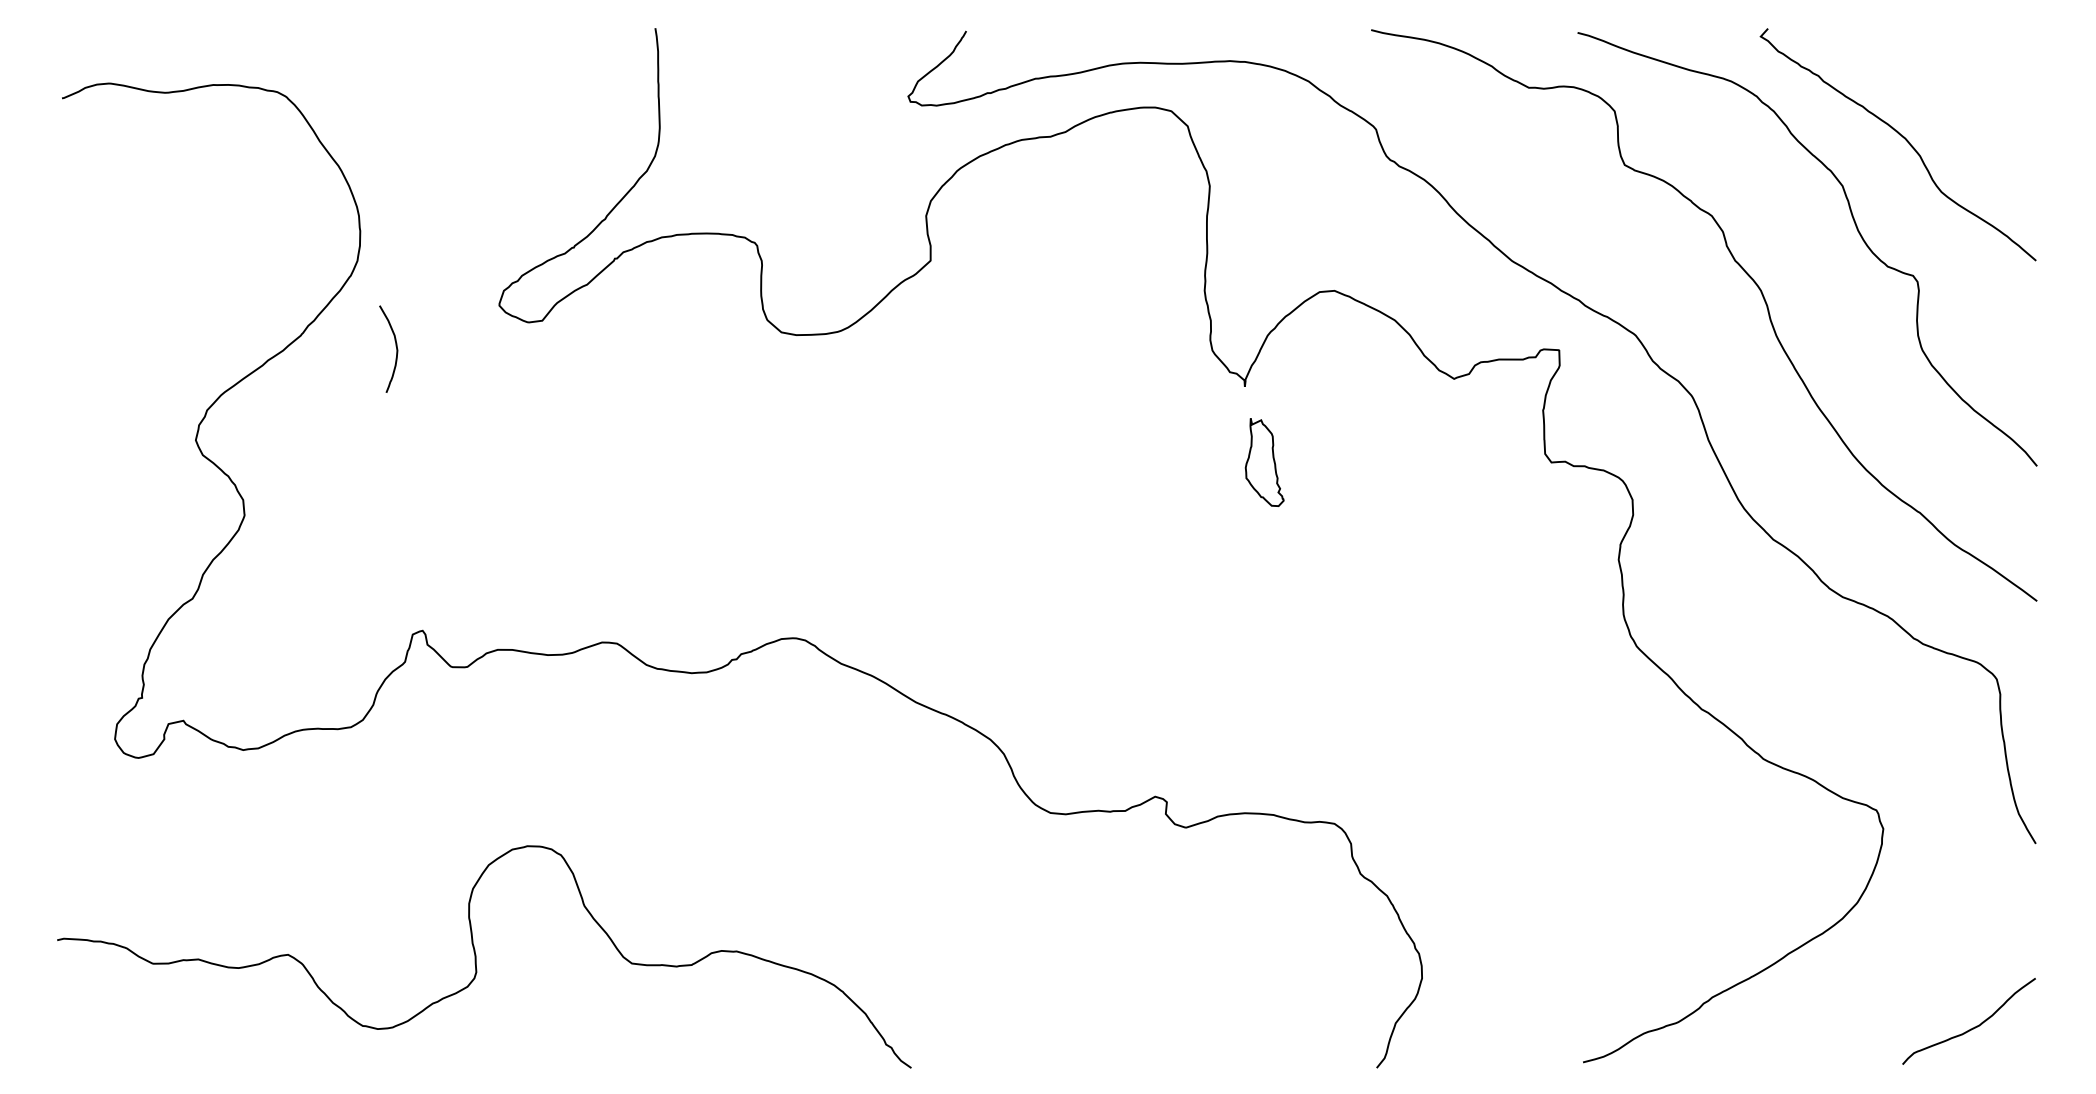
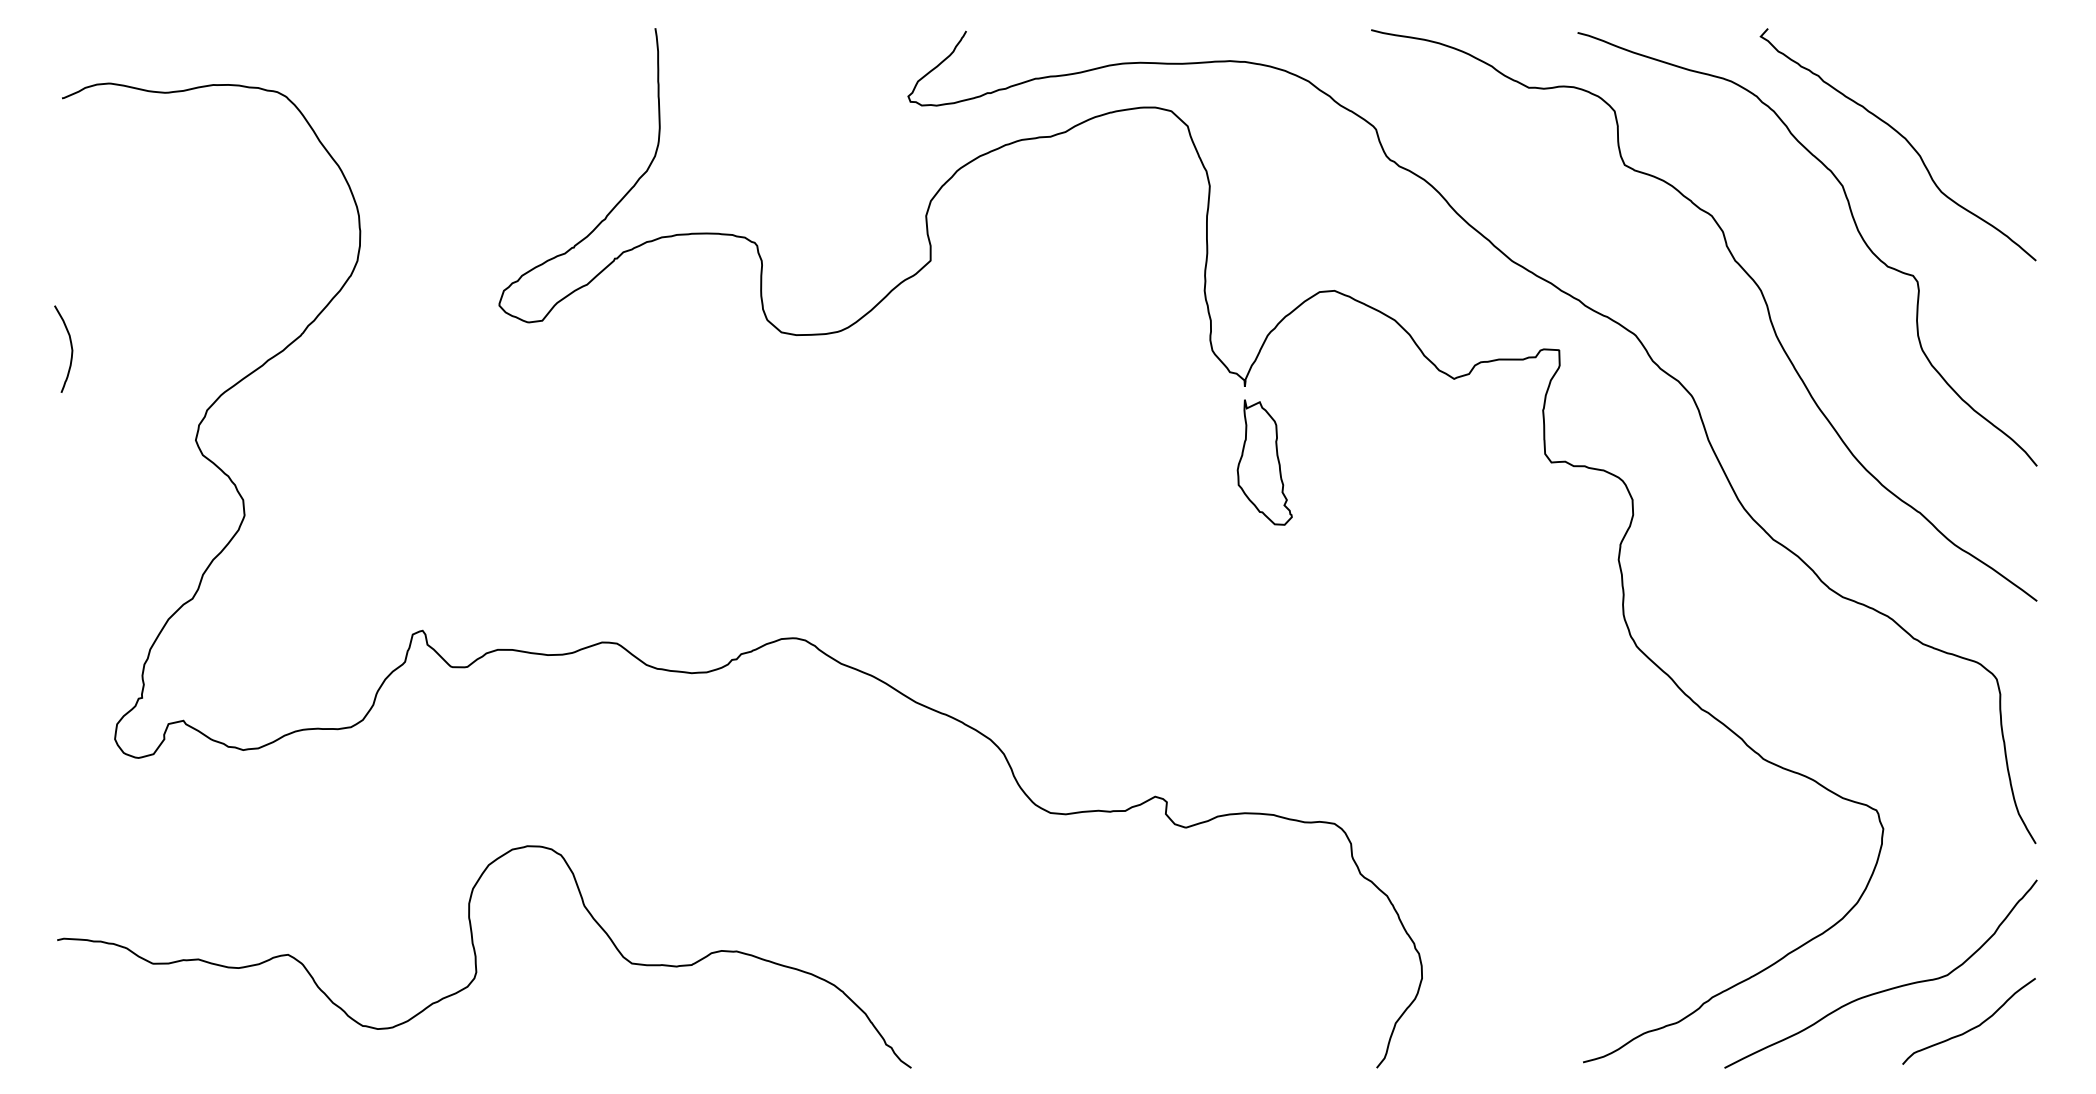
curve at (395, 346) position: (395, 346) -> (70, 346)
part at (1264, 462) size: 41x89 px -> 57x127 px
curve at (1885, 989): none -> present
